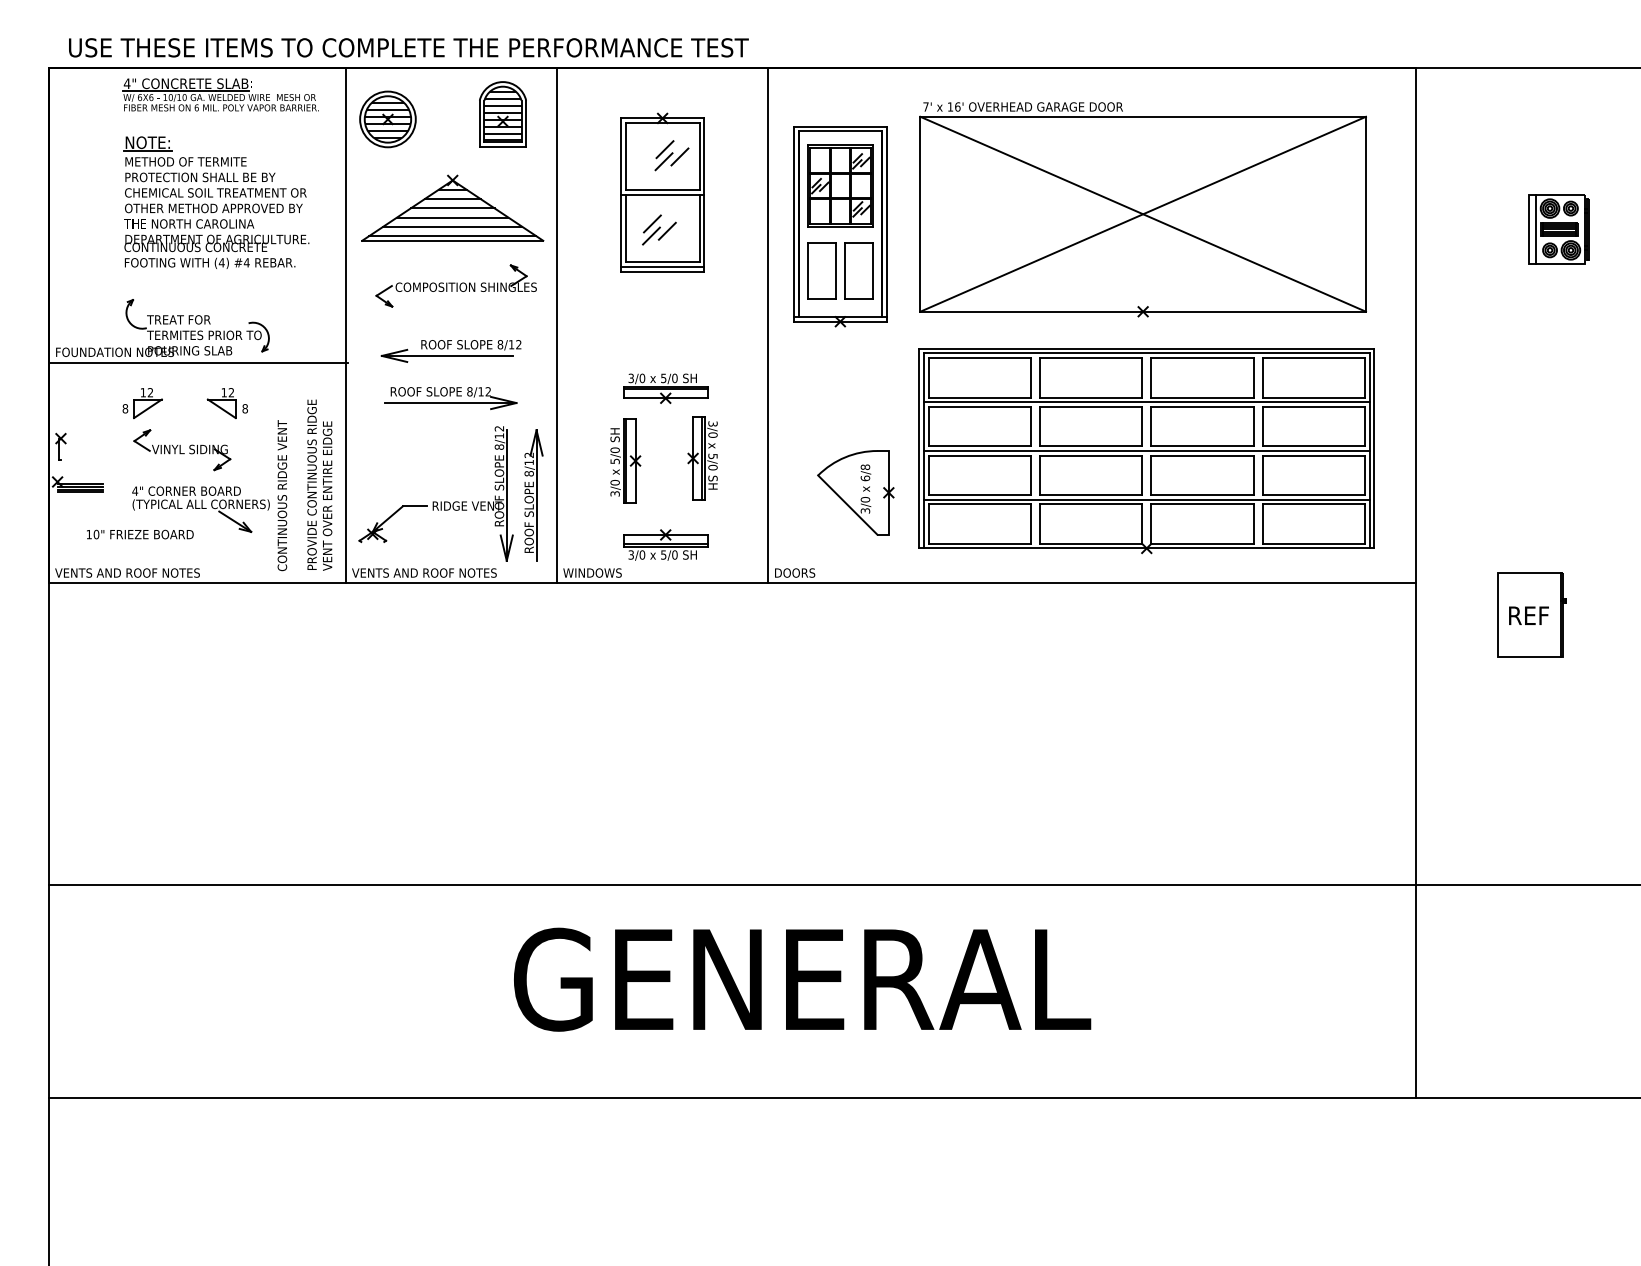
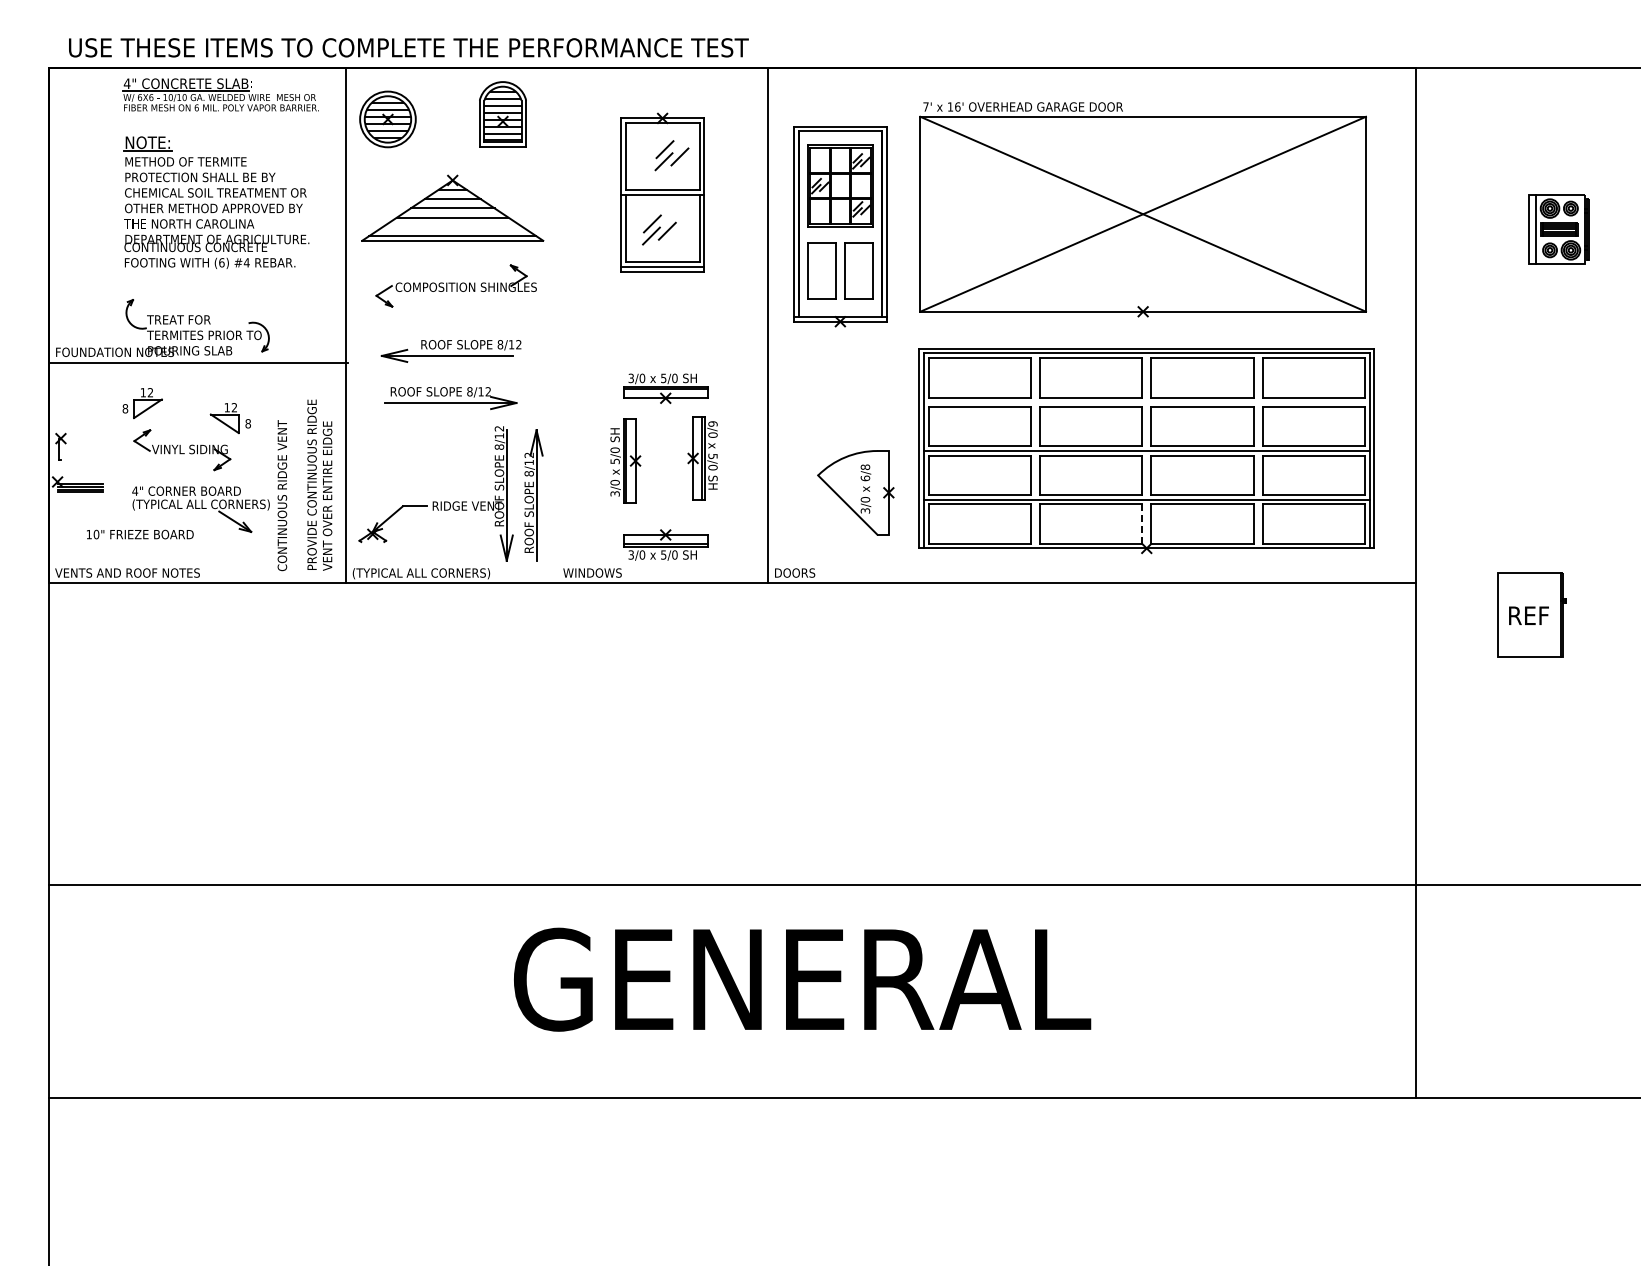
line at (452, 226): present -> none
text at (221, 262): (4) -> (6)
line at (557, 325): present -> none
line at (1146, 402): present -> none
part at (226, 403) position: (226, 403) -> (229, 418)
text at (712, 423): 3/0 -> 6/0
line at (1142, 524): solid -> dashed
text at (424, 573): VENTS AND ROOF NOTES -> (TYPICAL ALL CORNERS)
